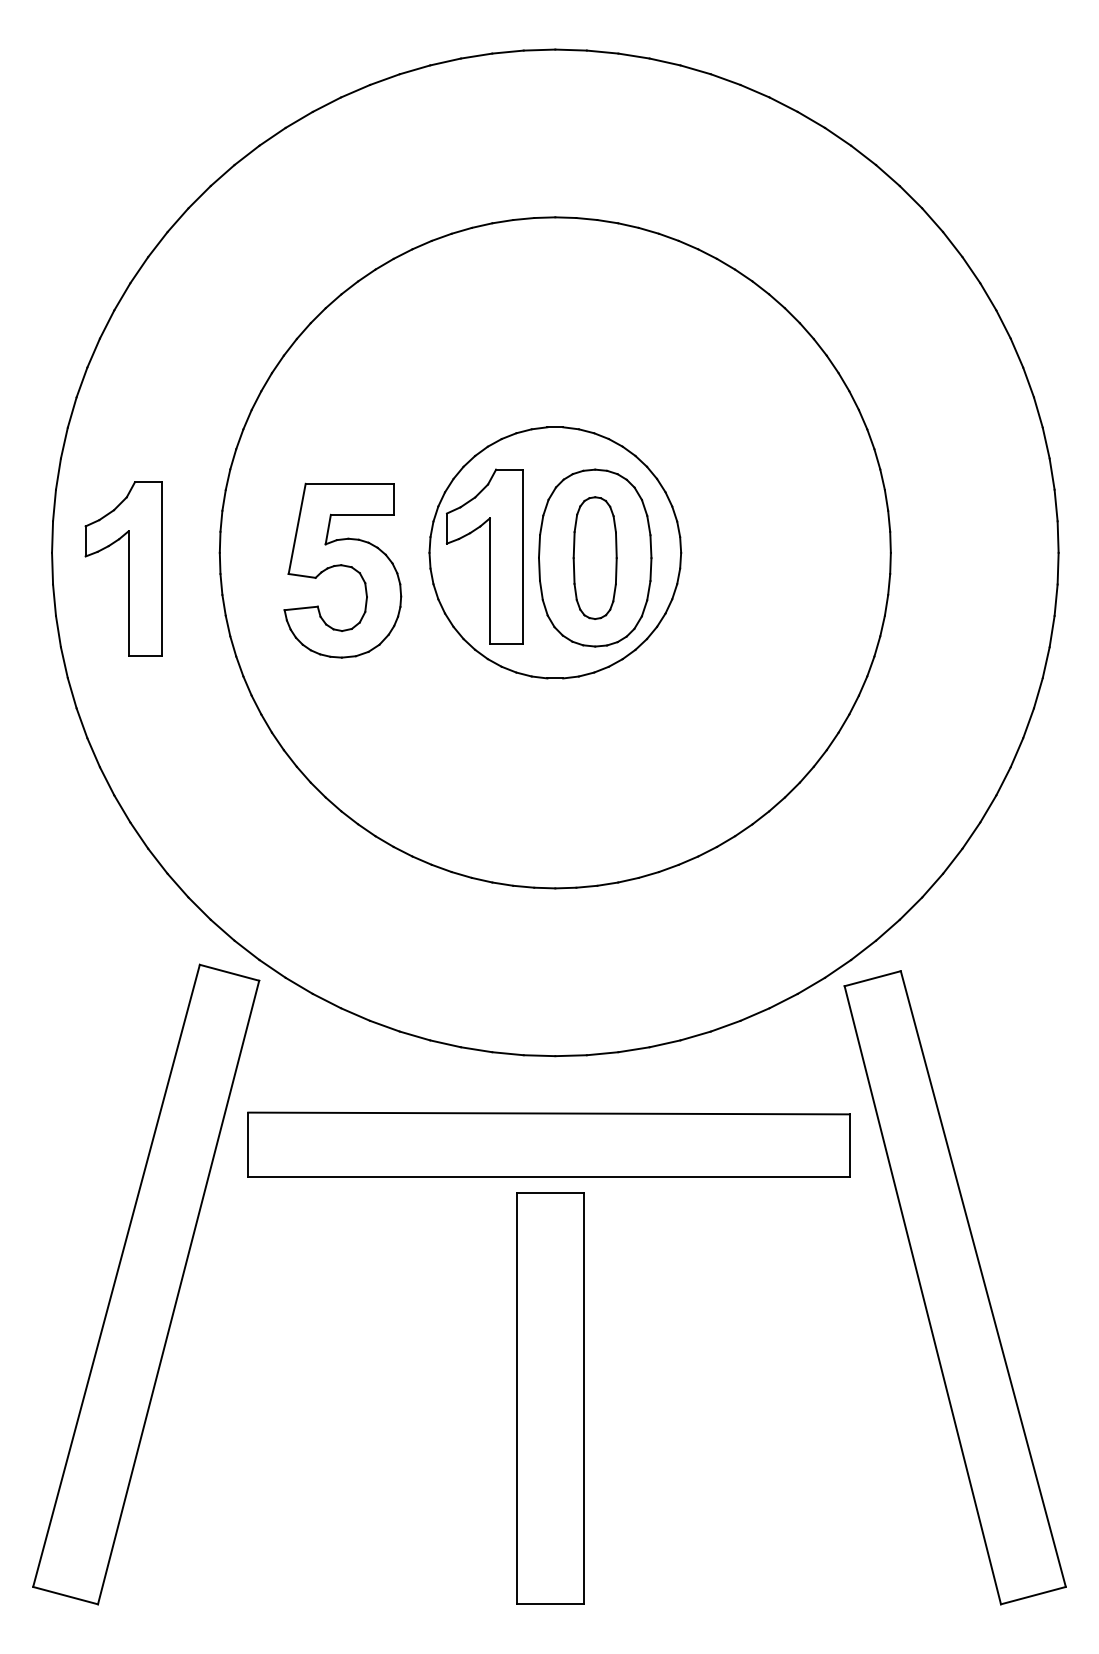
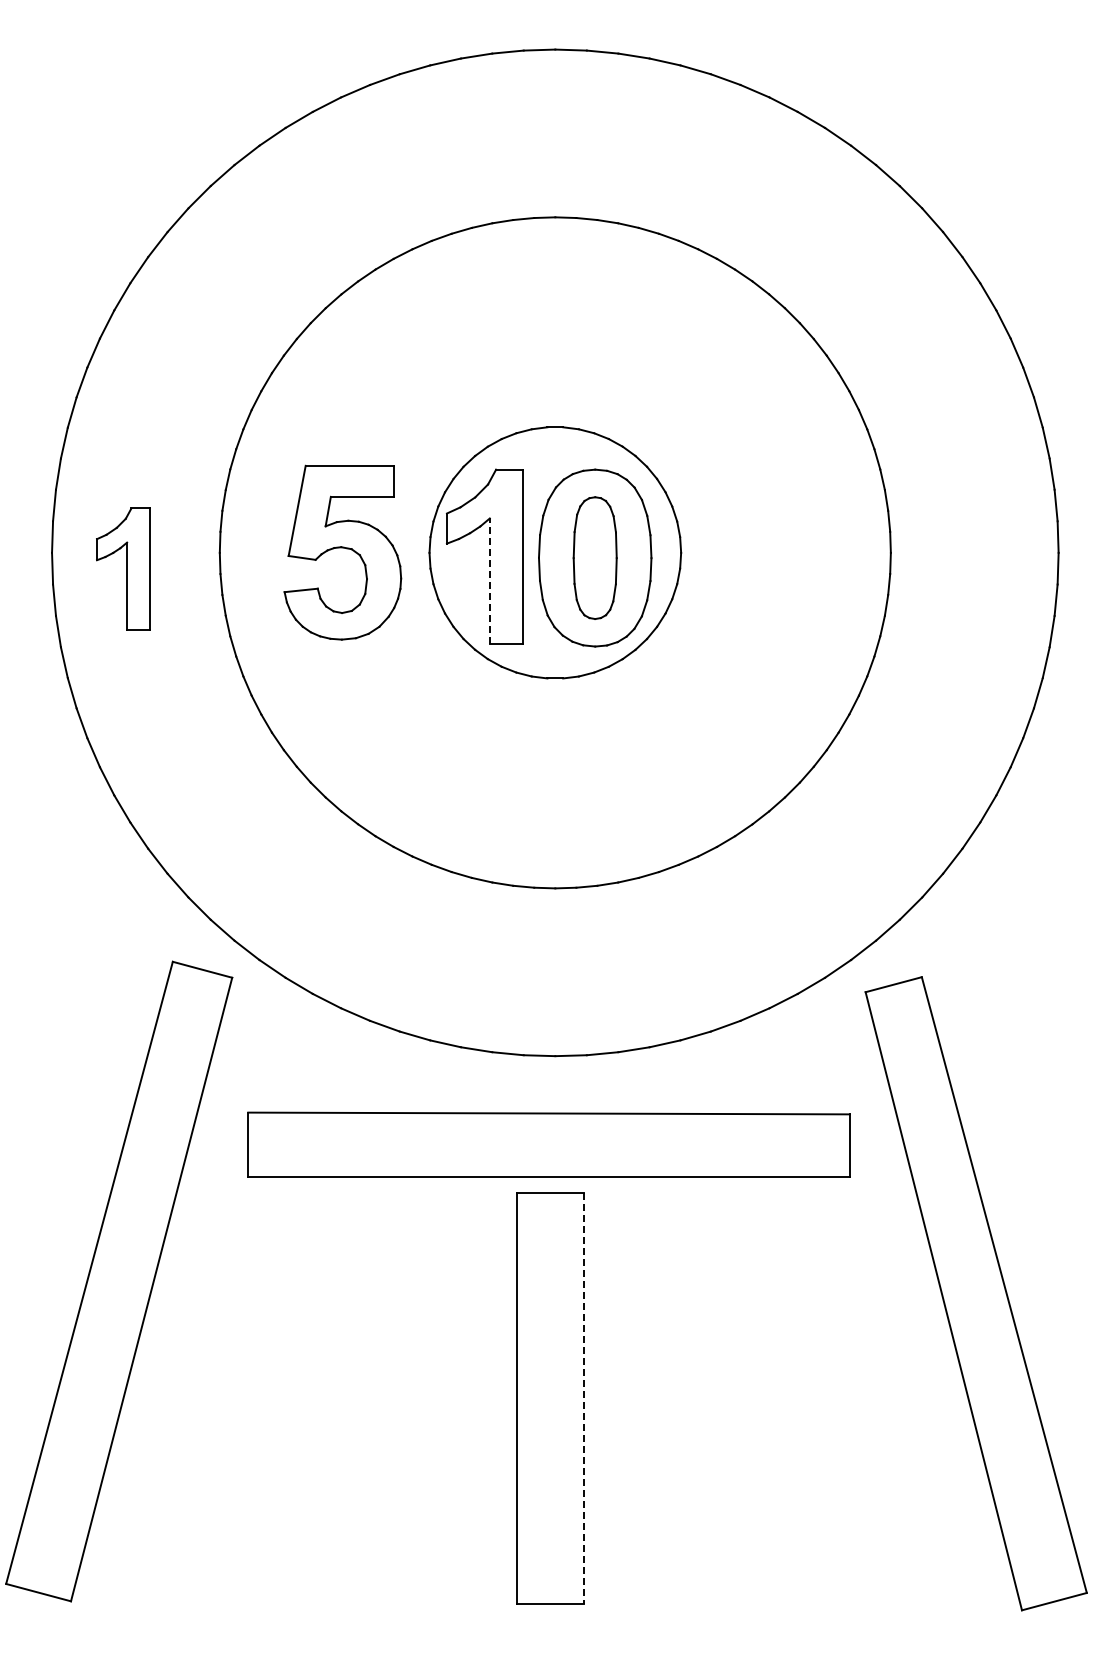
part at (123, 568) size: 79x176 px -> 55x124 px
part at (342, 570) position: (342, 570) -> (342, 552)
line at (489, 581): solid -> dashed
part at (146, 1284) position: (146, 1284) -> (119, 1281)
part at (954, 1287) position: (954, 1287) -> (975, 1293)
line at (584, 1398): solid -> dashed
